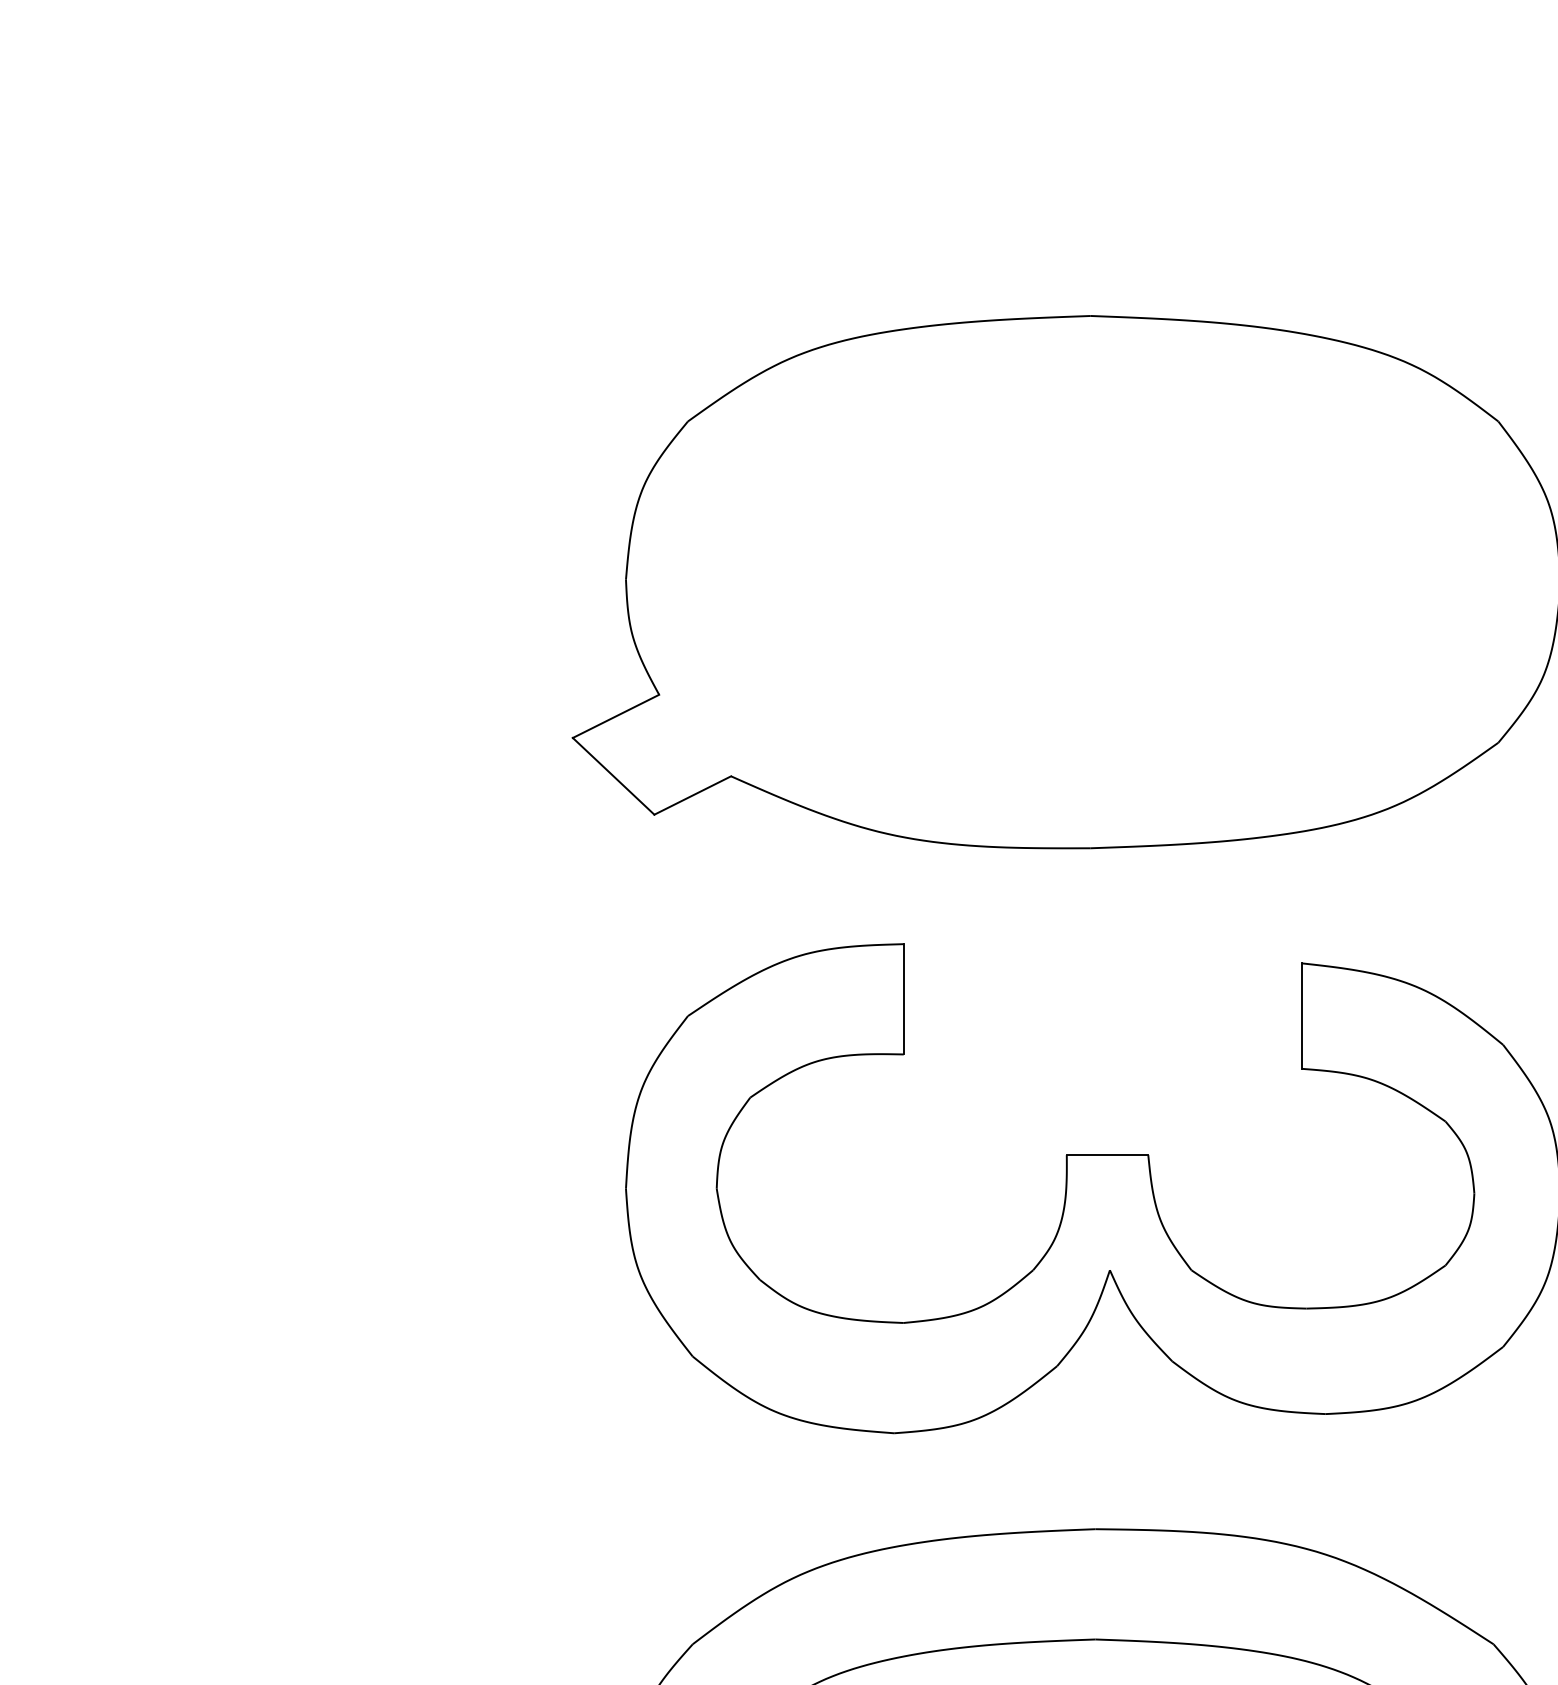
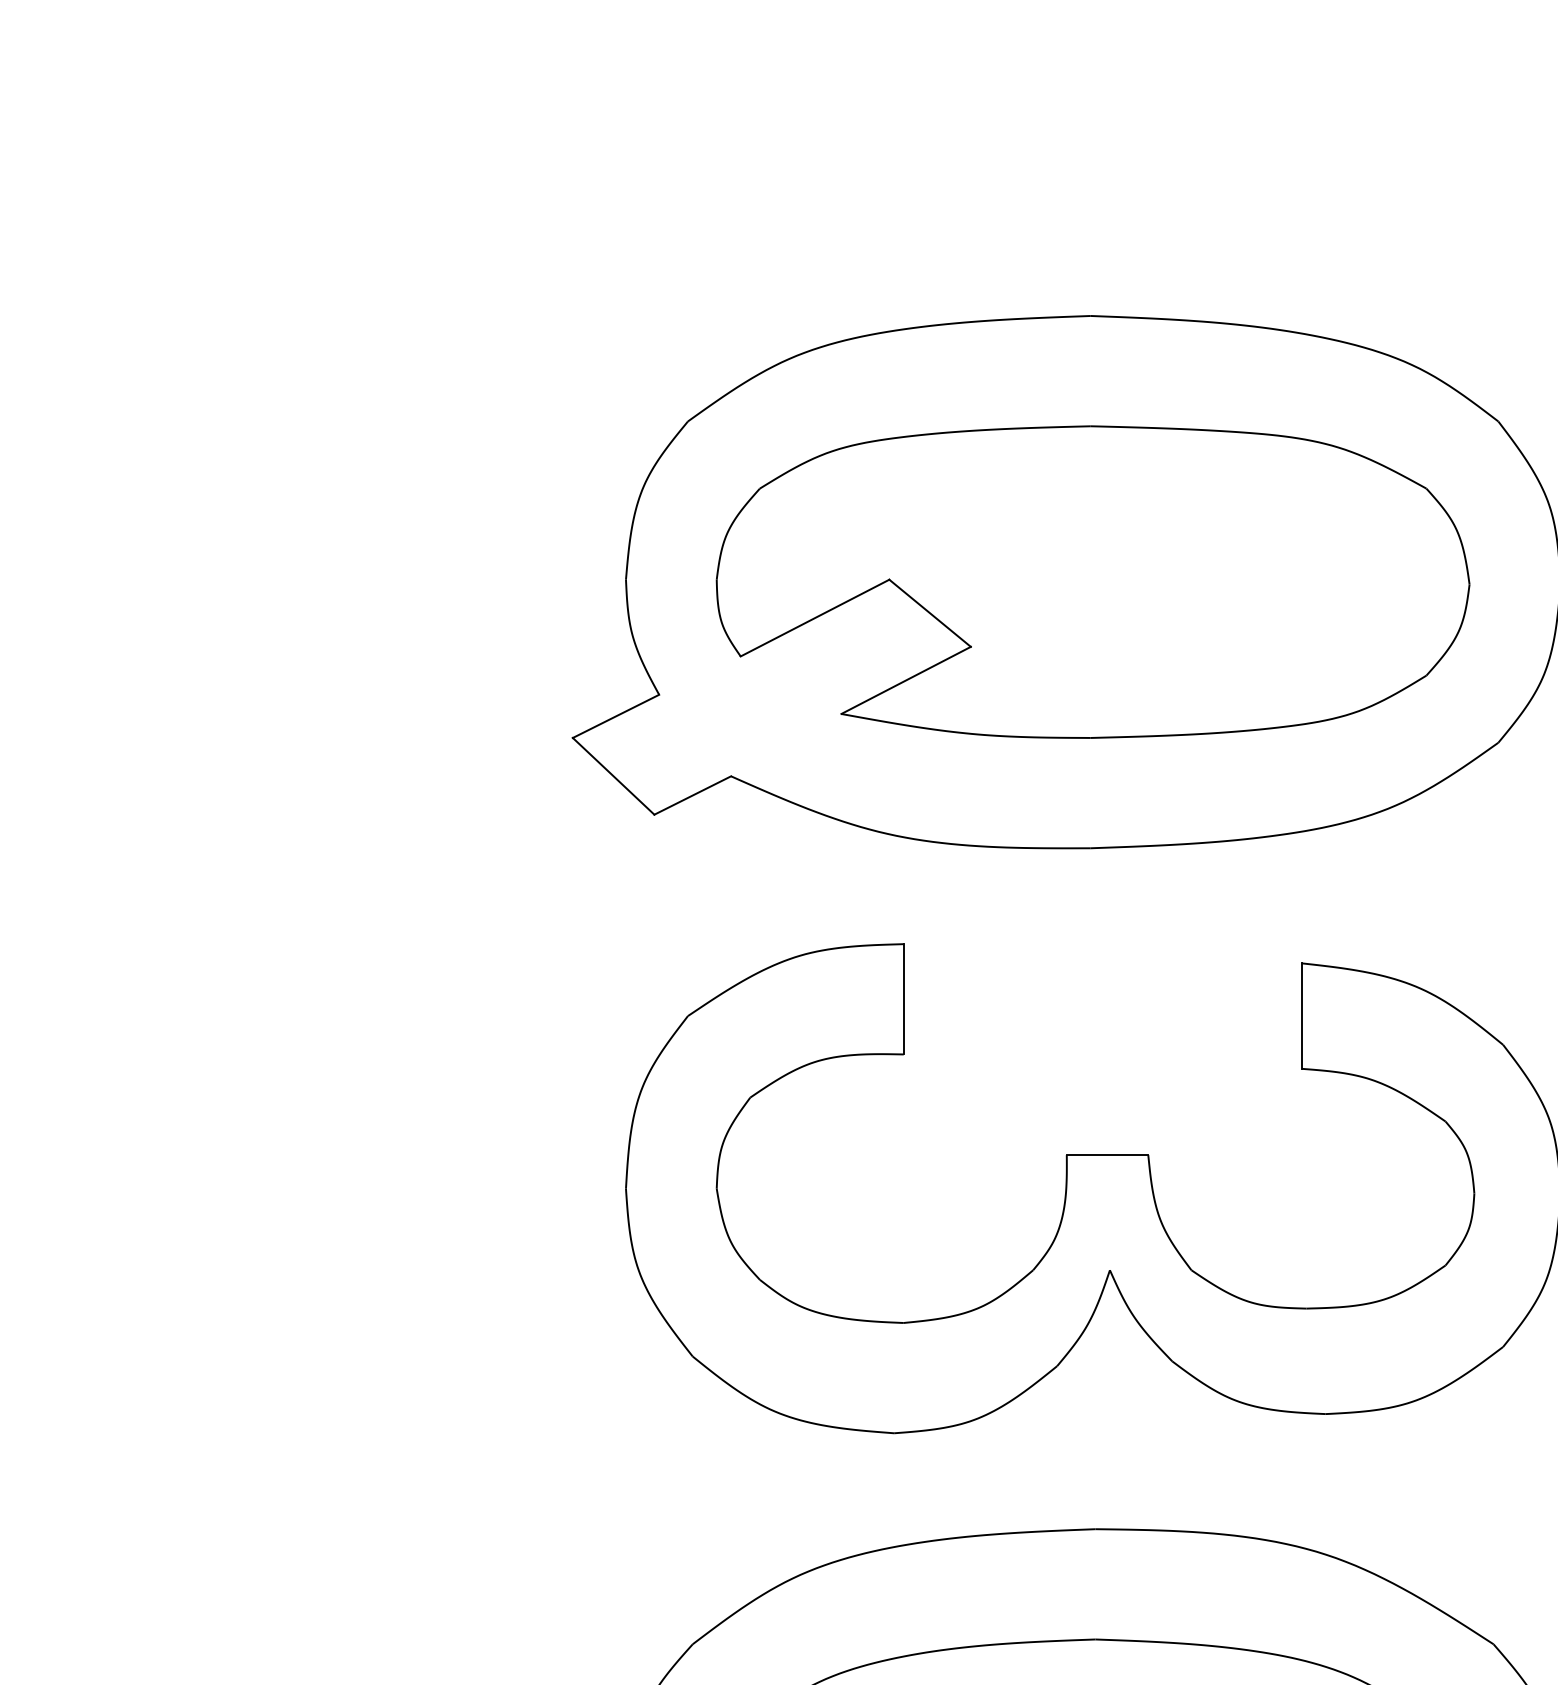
part at (1092, 581): none -> present
